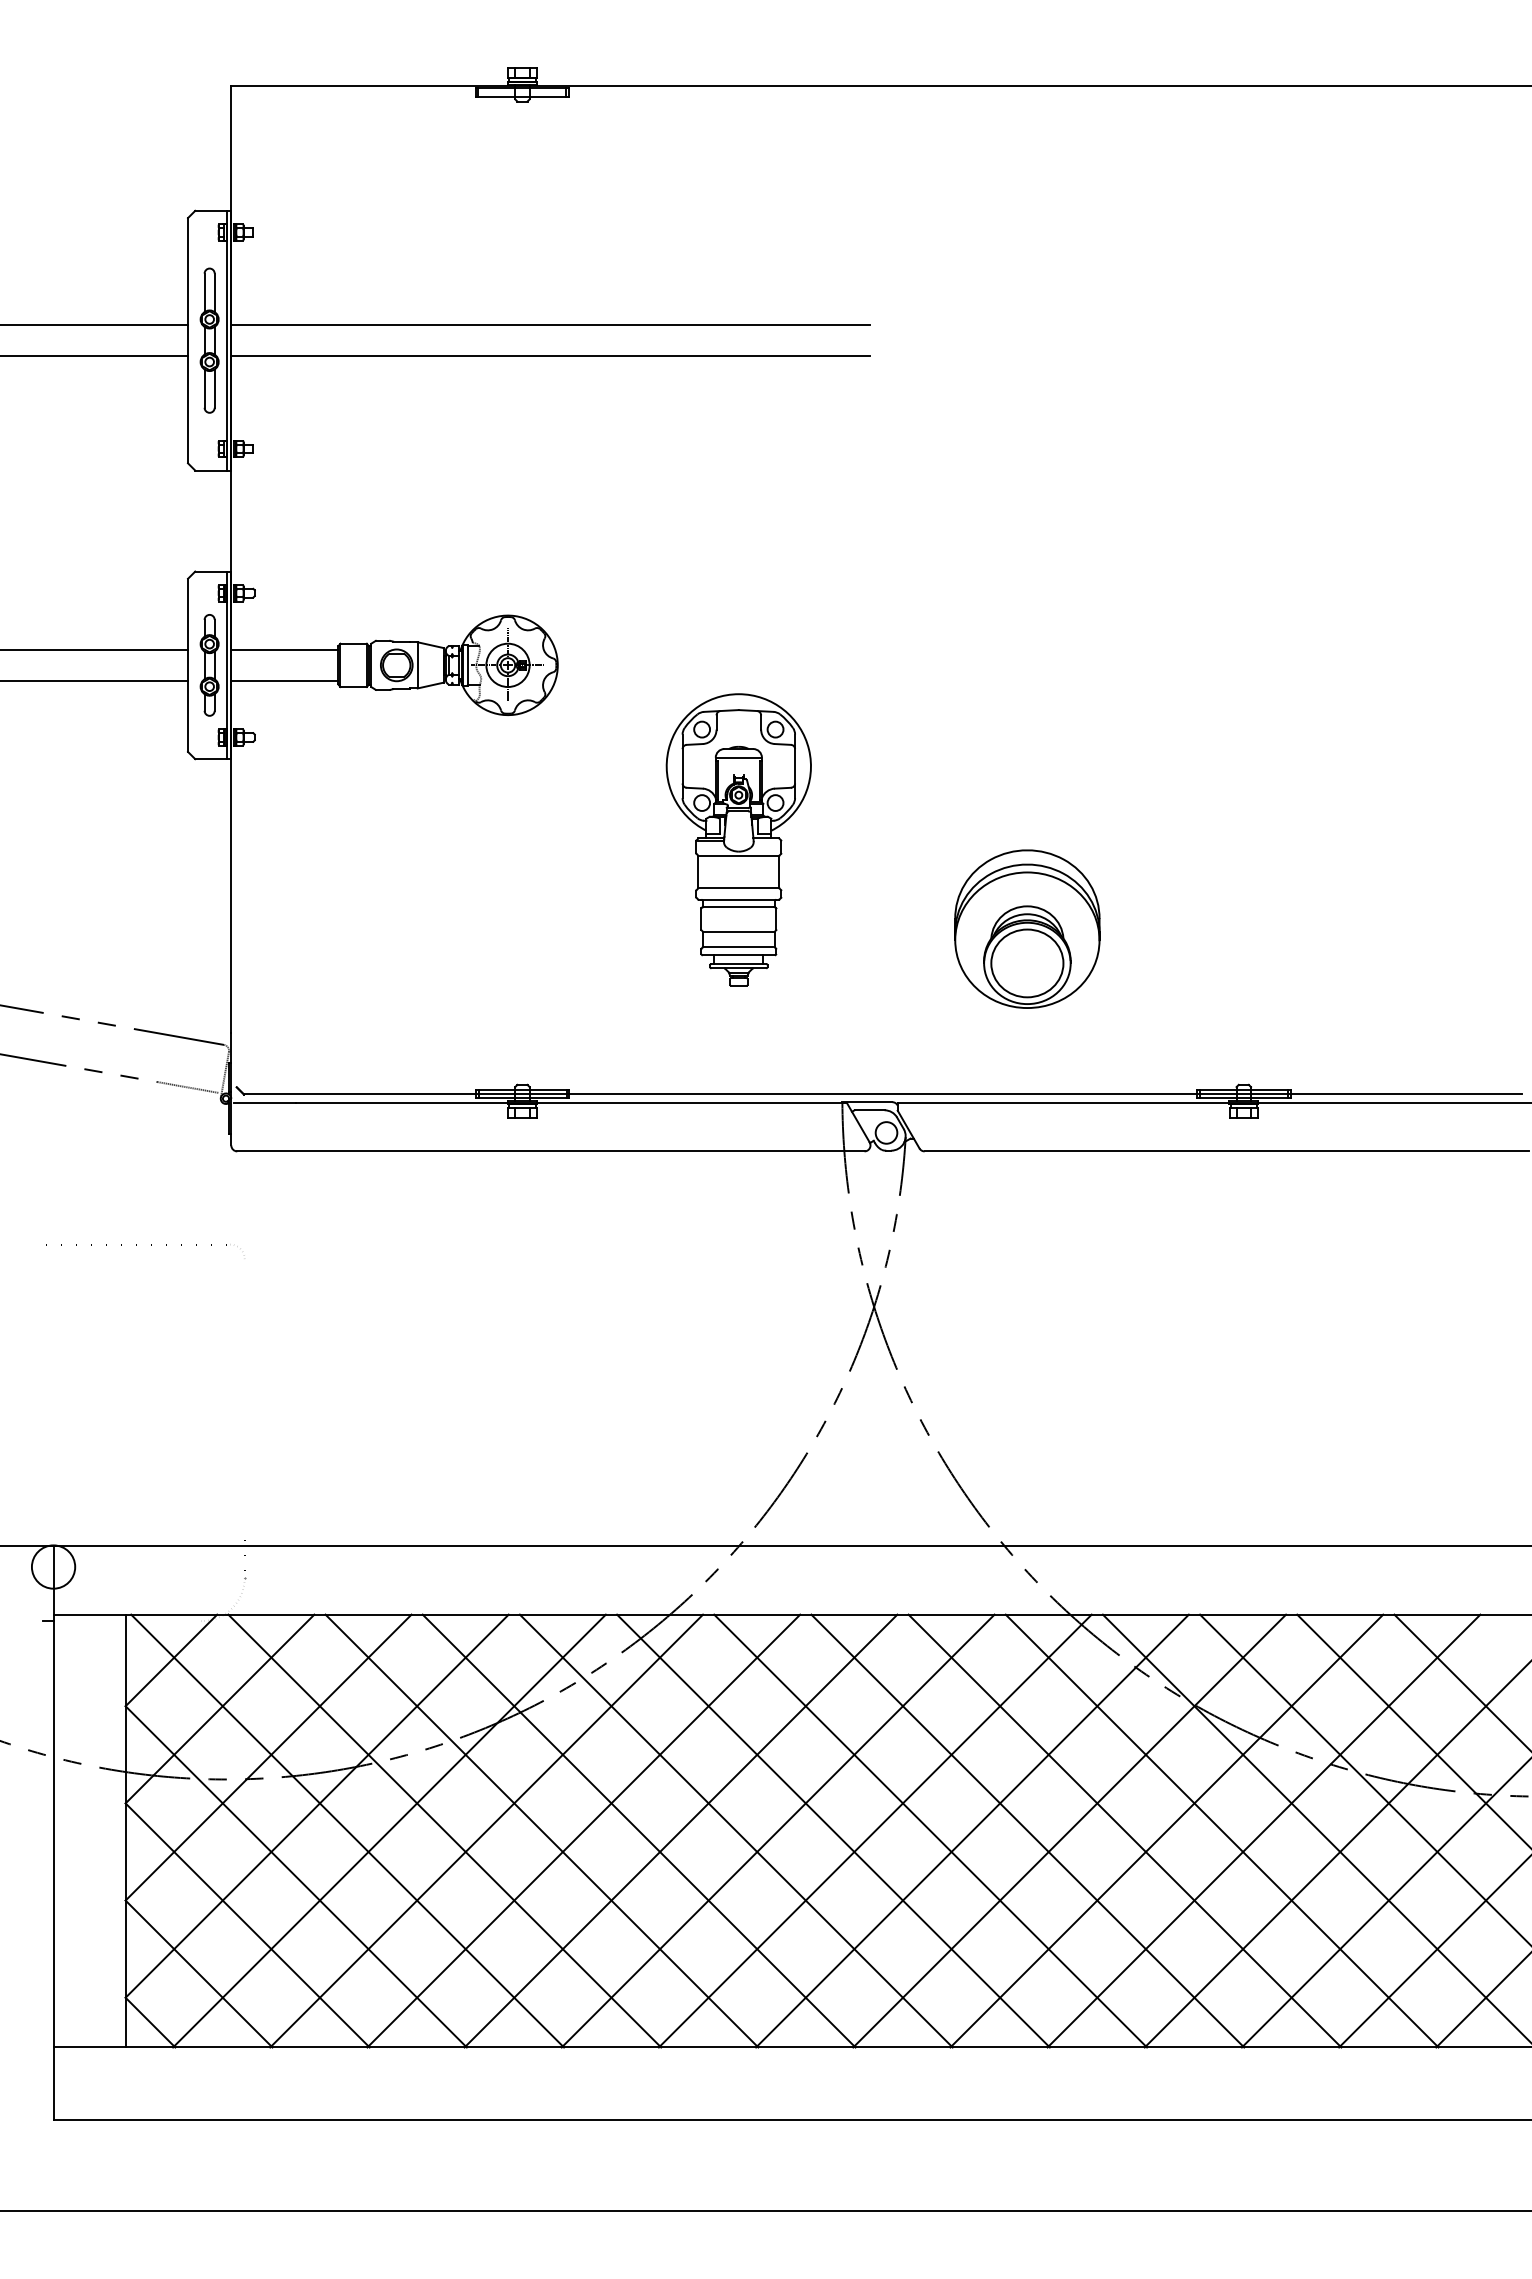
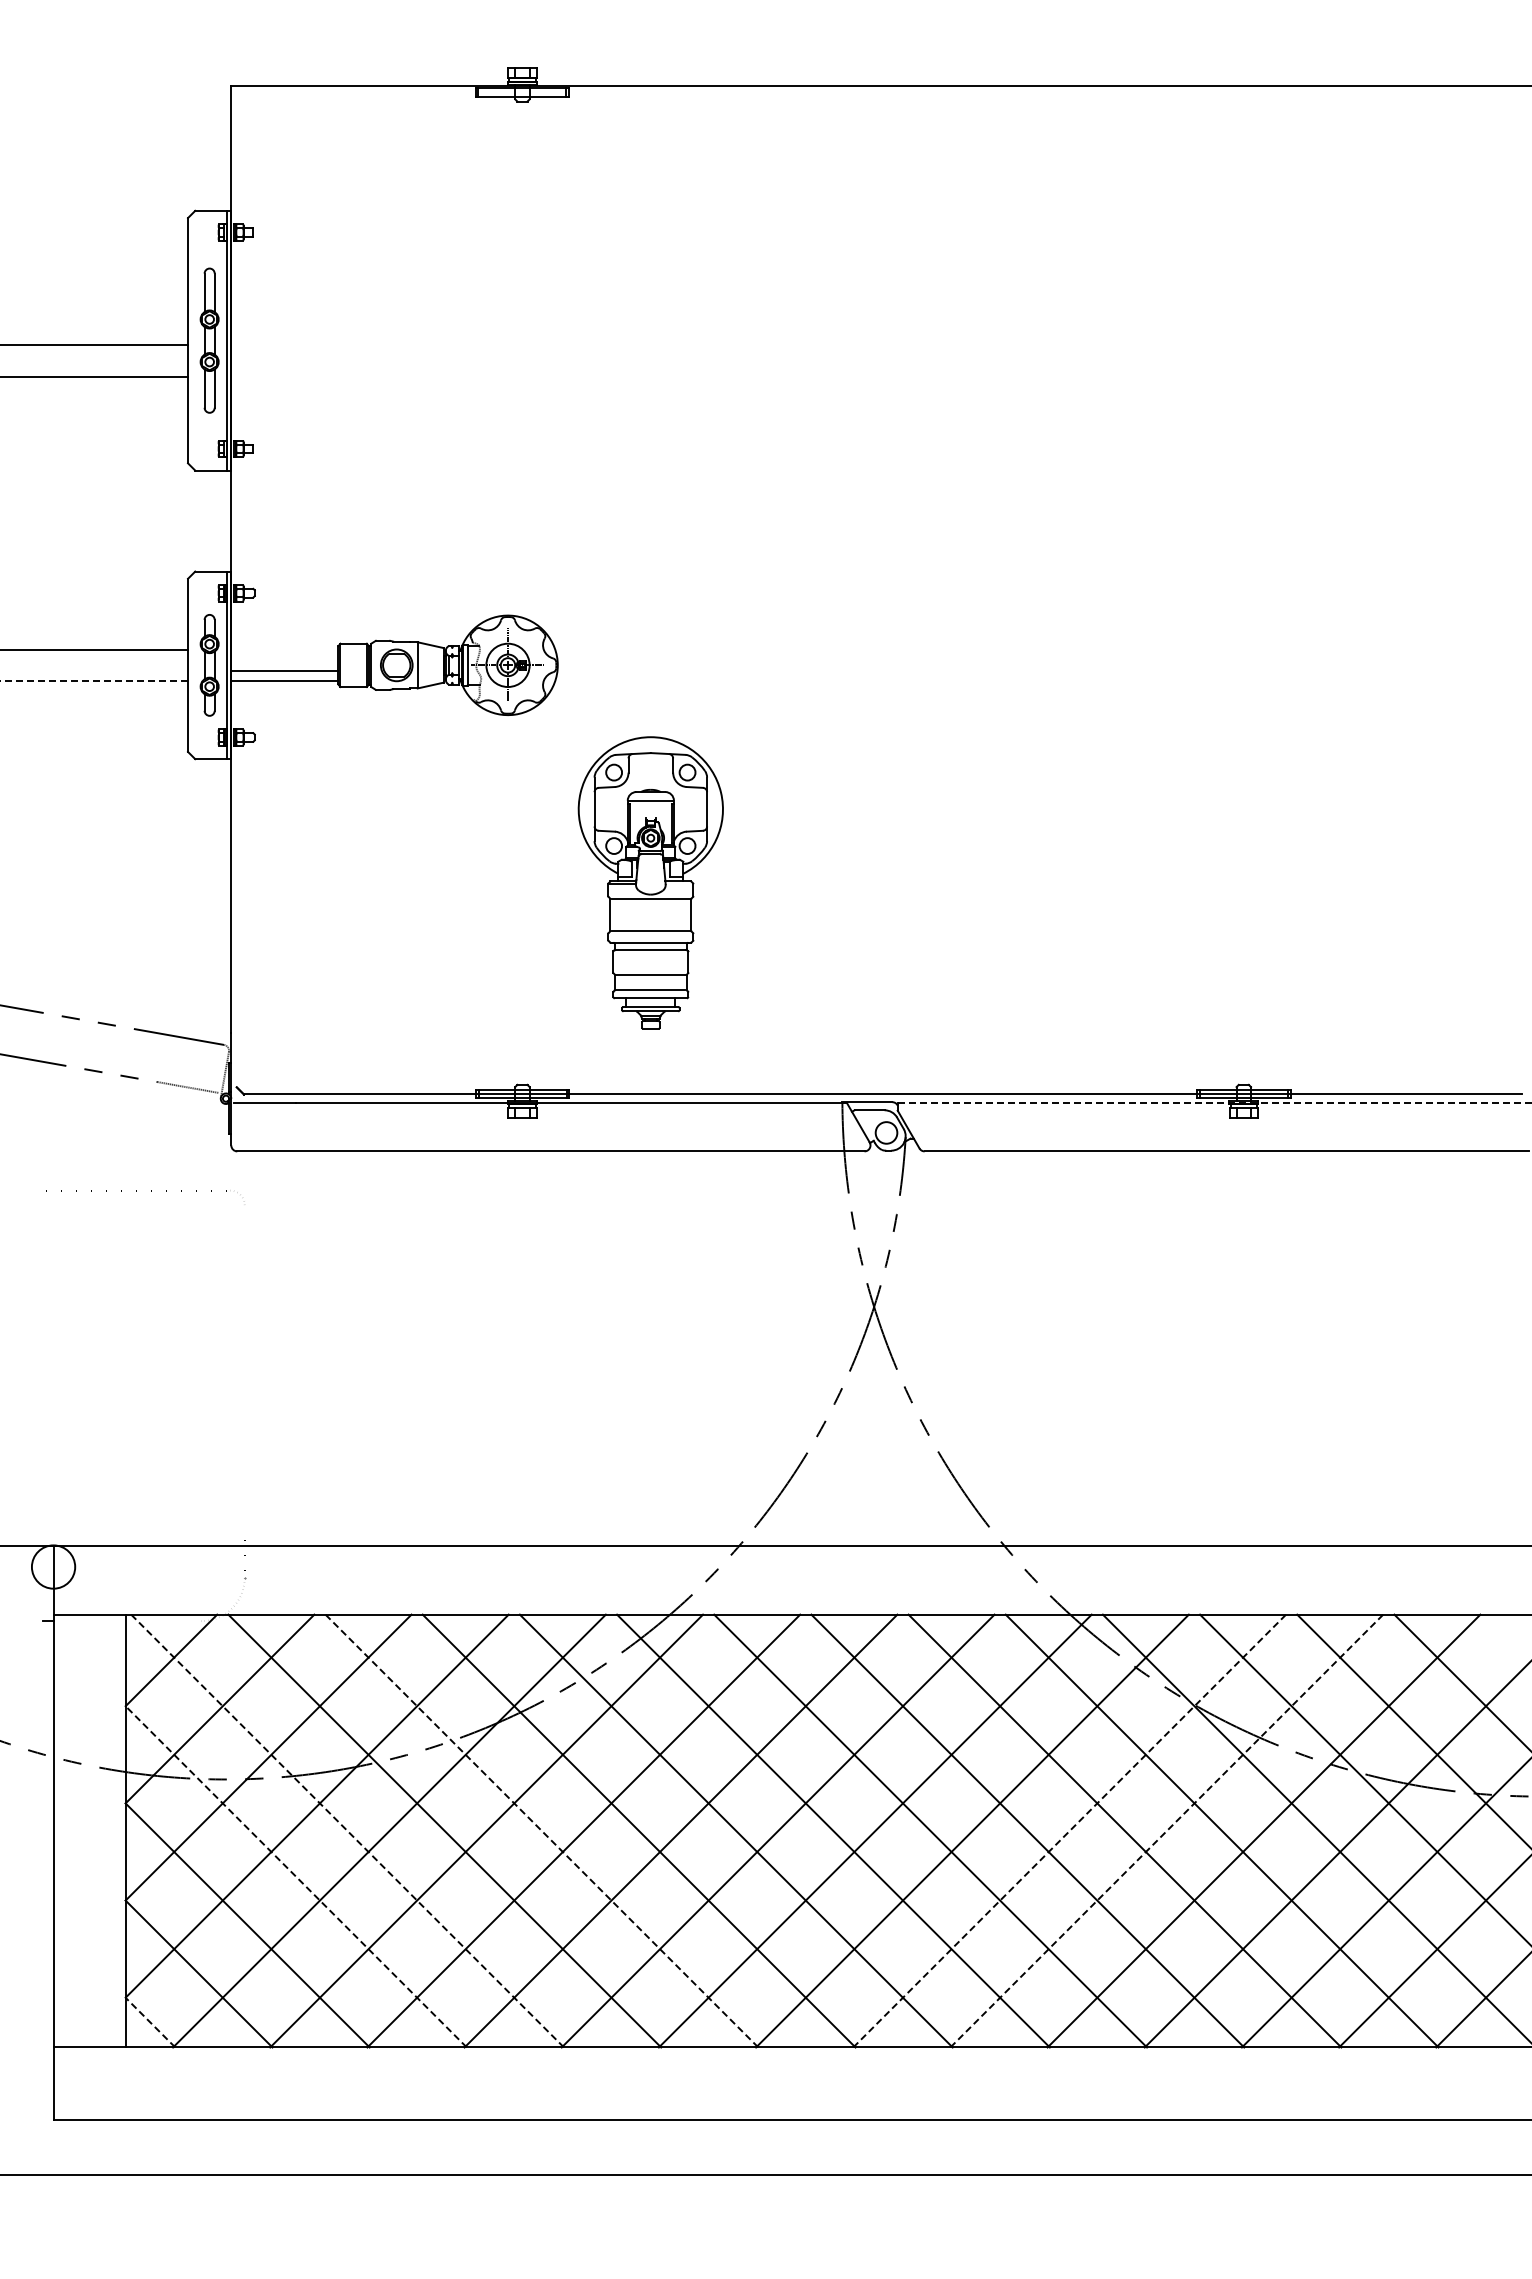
line at (95, 325) position: (95, 325) -> (95, 345)
line at (550, 325): present -> none
line at (95, 356) position: (95, 356) -> (95, 377)
line at (550, 356): present -> none
line at (284, 649) position: (284, 649) -> (284, 670)
line at (94, 681): solid -> dashed
part at (738, 839) position: (738, 839) -> (650, 882)
part at (1027, 928): present -> none
line at (1215, 1103): solid -> dashed
part at (151, 1245) position: (151, 1245) -> (151, 1191)
line at (347, 1830): solid -> dashed
line at (541, 1830): solid -> dashed
line at (1070, 1830): solid -> dashed
line at (1167, 1830): solid -> dashed
line at (295, 1876): solid -> dashed
line at (150, 2022): solid -> dashed
line at (765, 2210) position: (765, 2210) -> (765, 2174)
